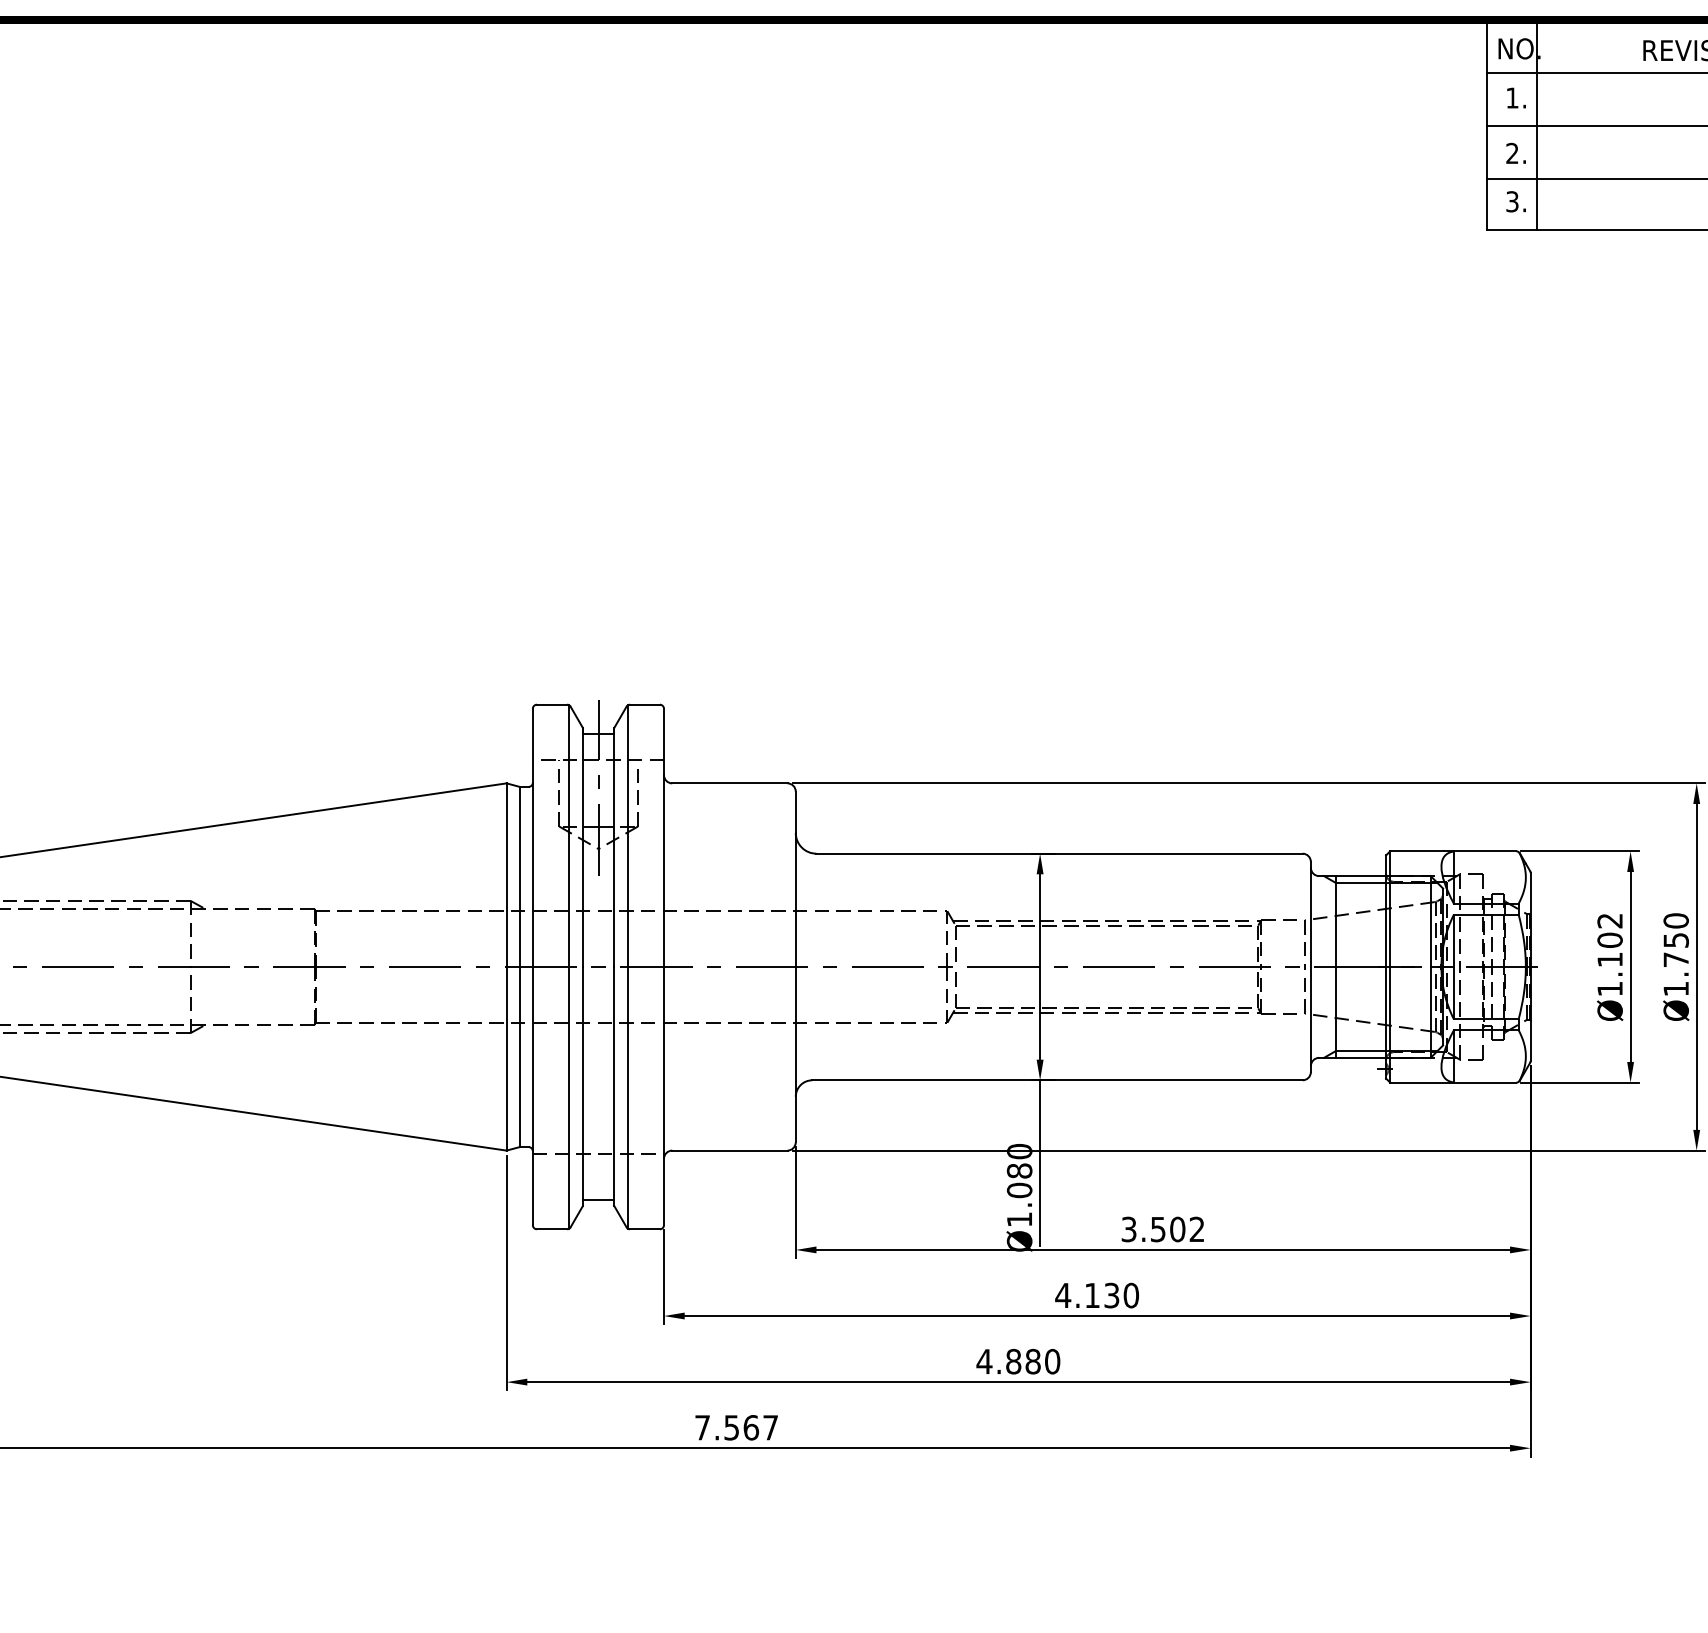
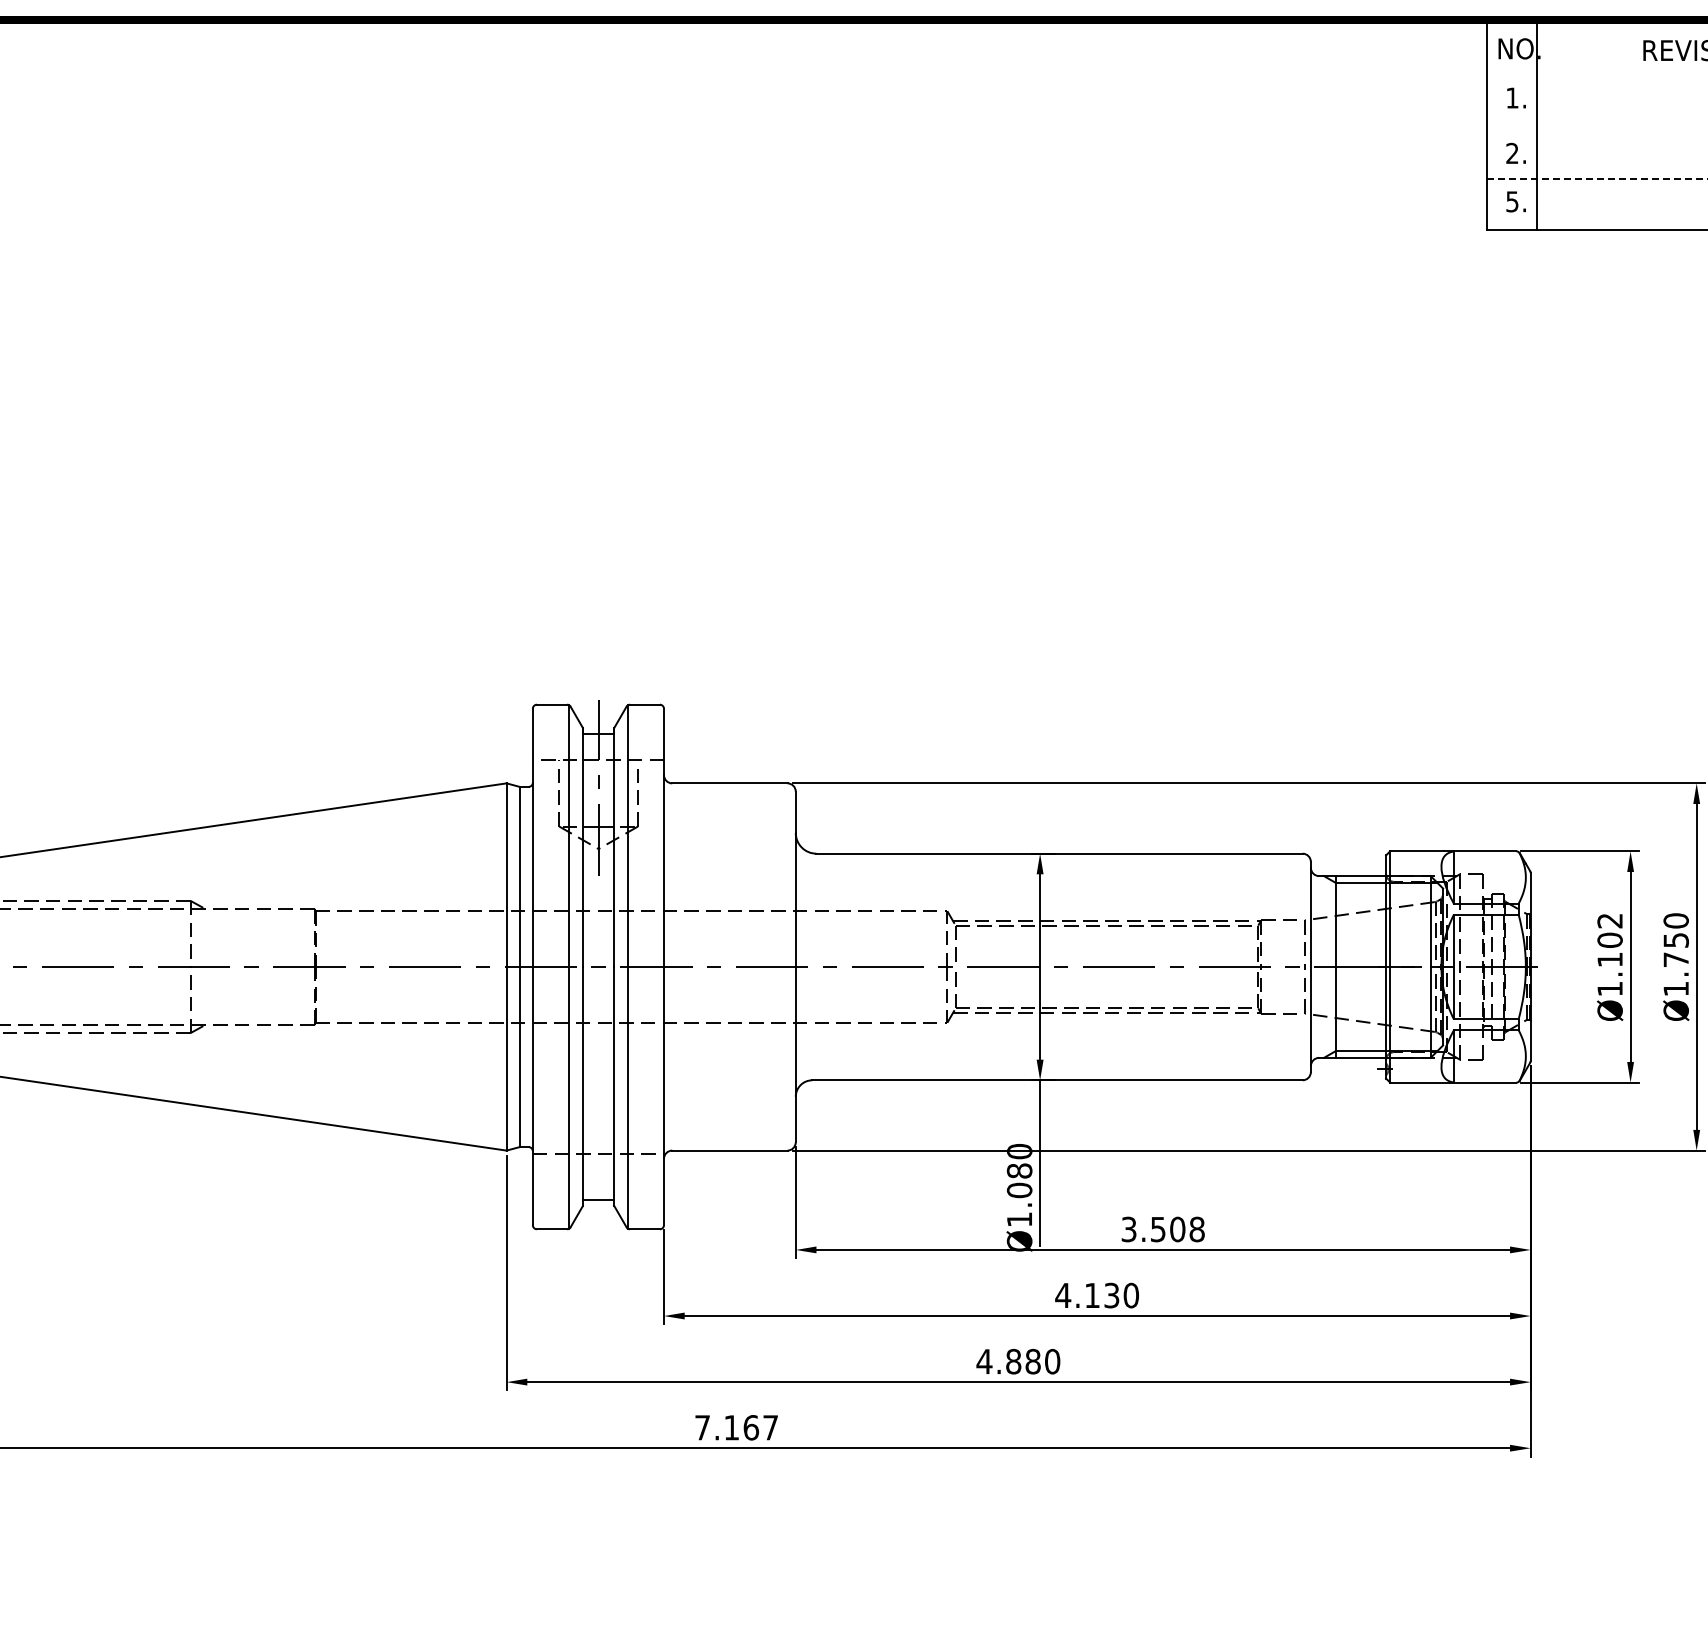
line at (1595, 72): present -> none
line at (1595, 125): present -> none
line at (1597, 178): solid -> dashed
text at (1512, 201): 3. -> 5.
text at (1196, 1229): 3.502 -> 3.508
text at (731, 1427): 7.567 -> 7.167
